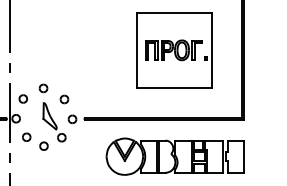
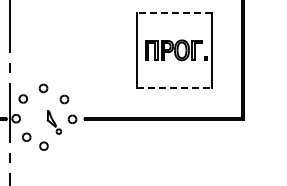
line at (174, 13): solid -> dashed
line at (174, 88): solid -> dashed
part at (54, 122) size: 25x41 px -> 17x25 px
part at (174, 156): present -> none
